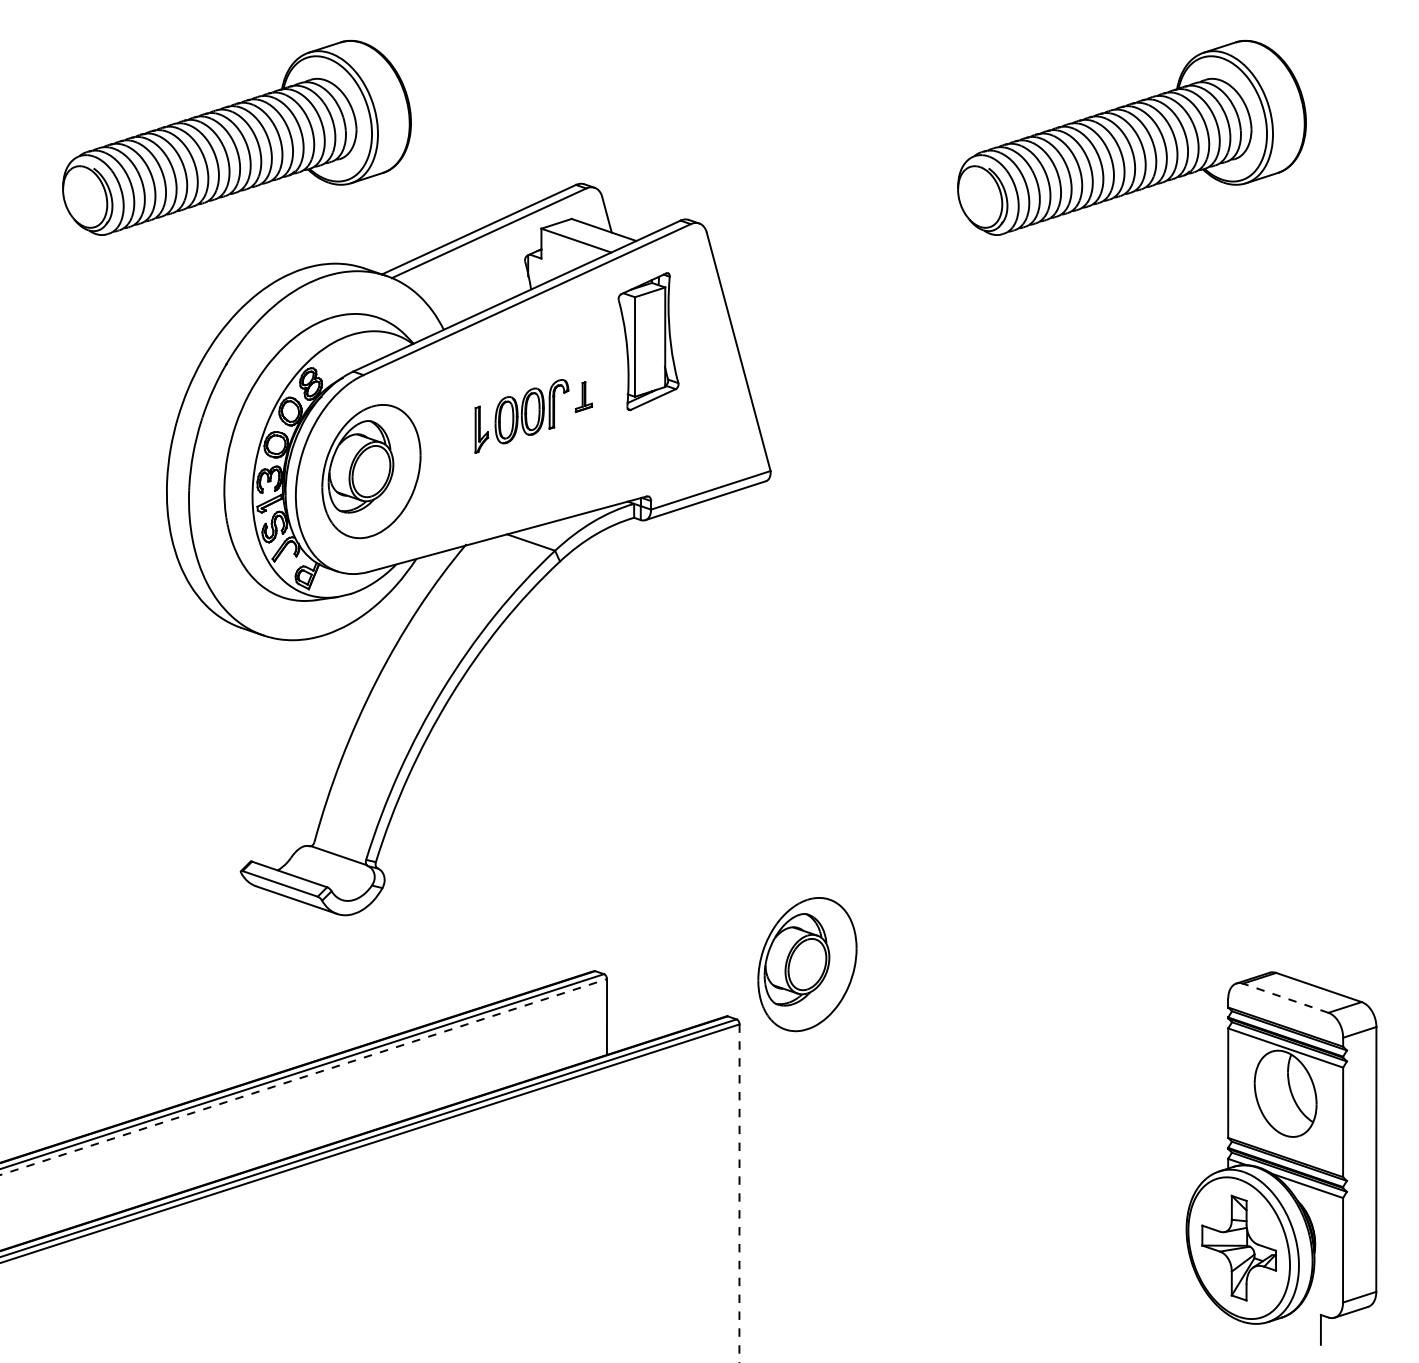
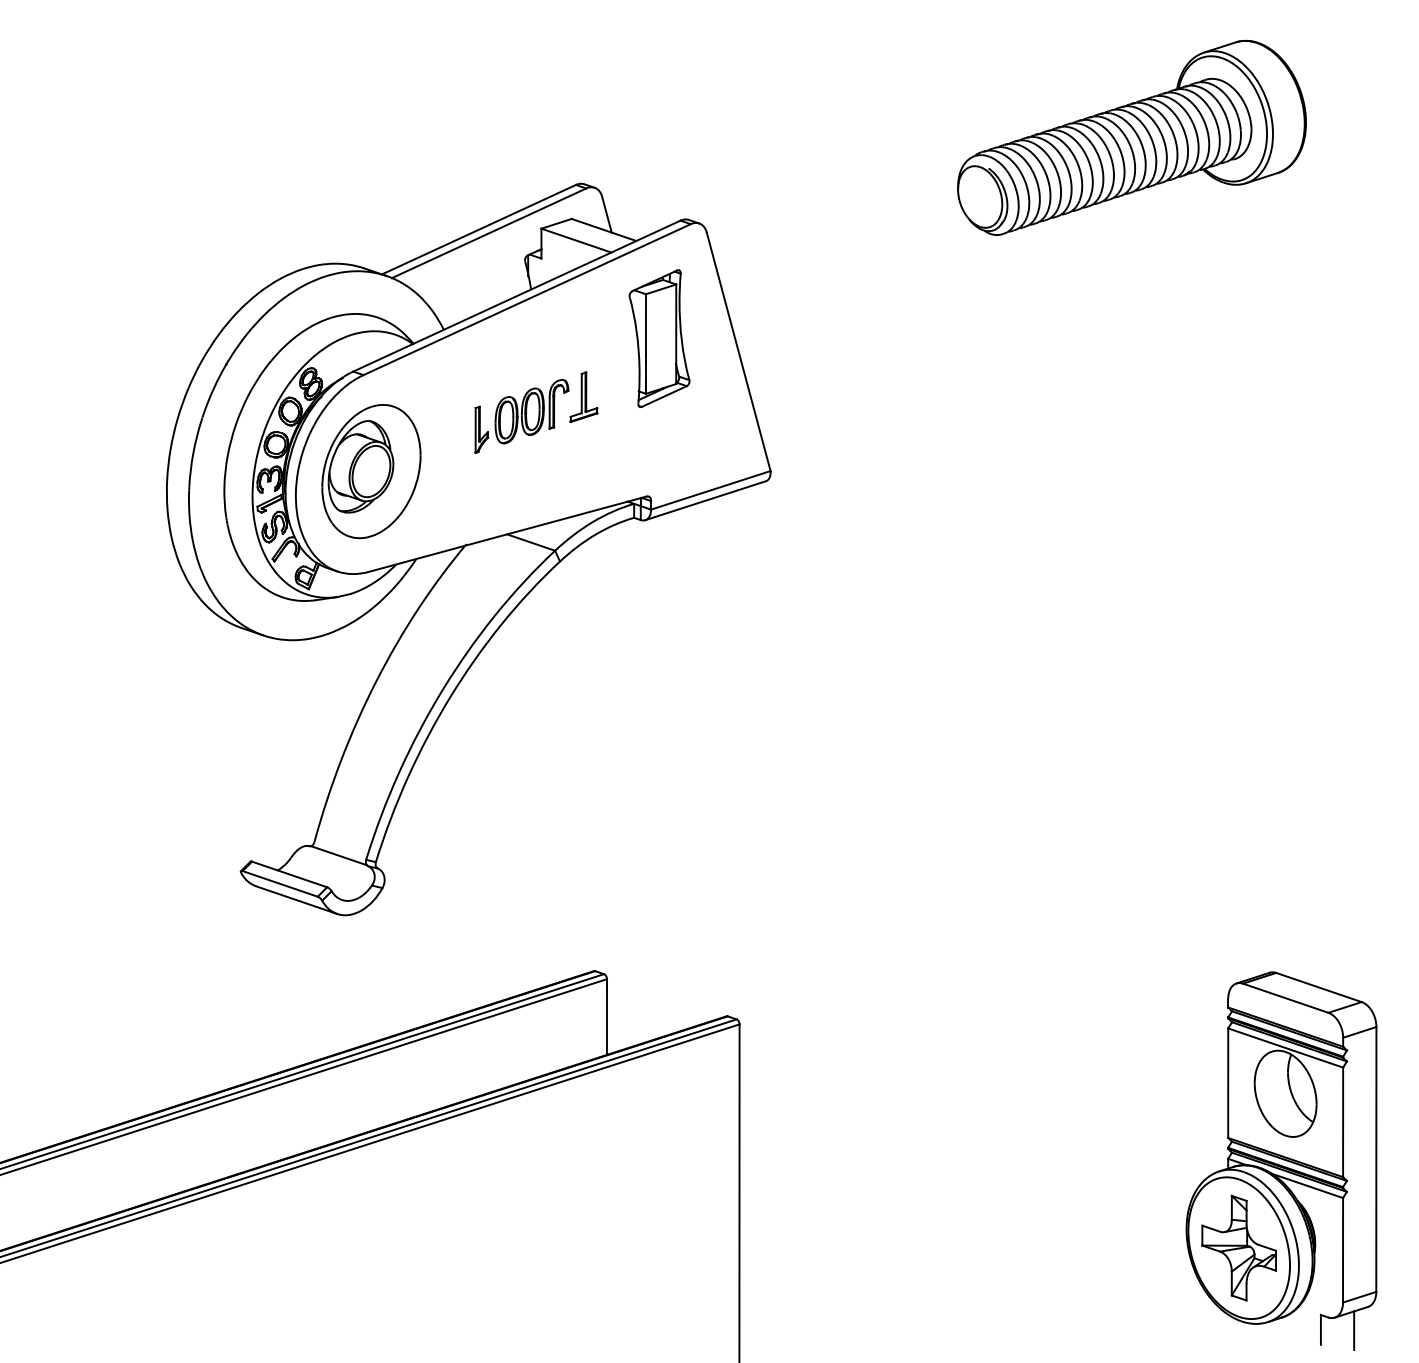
part at (236, 137): present -> none
part at (648, 341) position: (648, 341) -> (659, 338)
part at (583, 396) size: 19x32 px -> 30x52 px
part at (807, 964): present -> none
line at (1285, 998): dashed -> solid
line at (304, 1076): dashed -> solid
line at (739, 1193): dashed -> solid
line at (1354, 1330): none -> present
